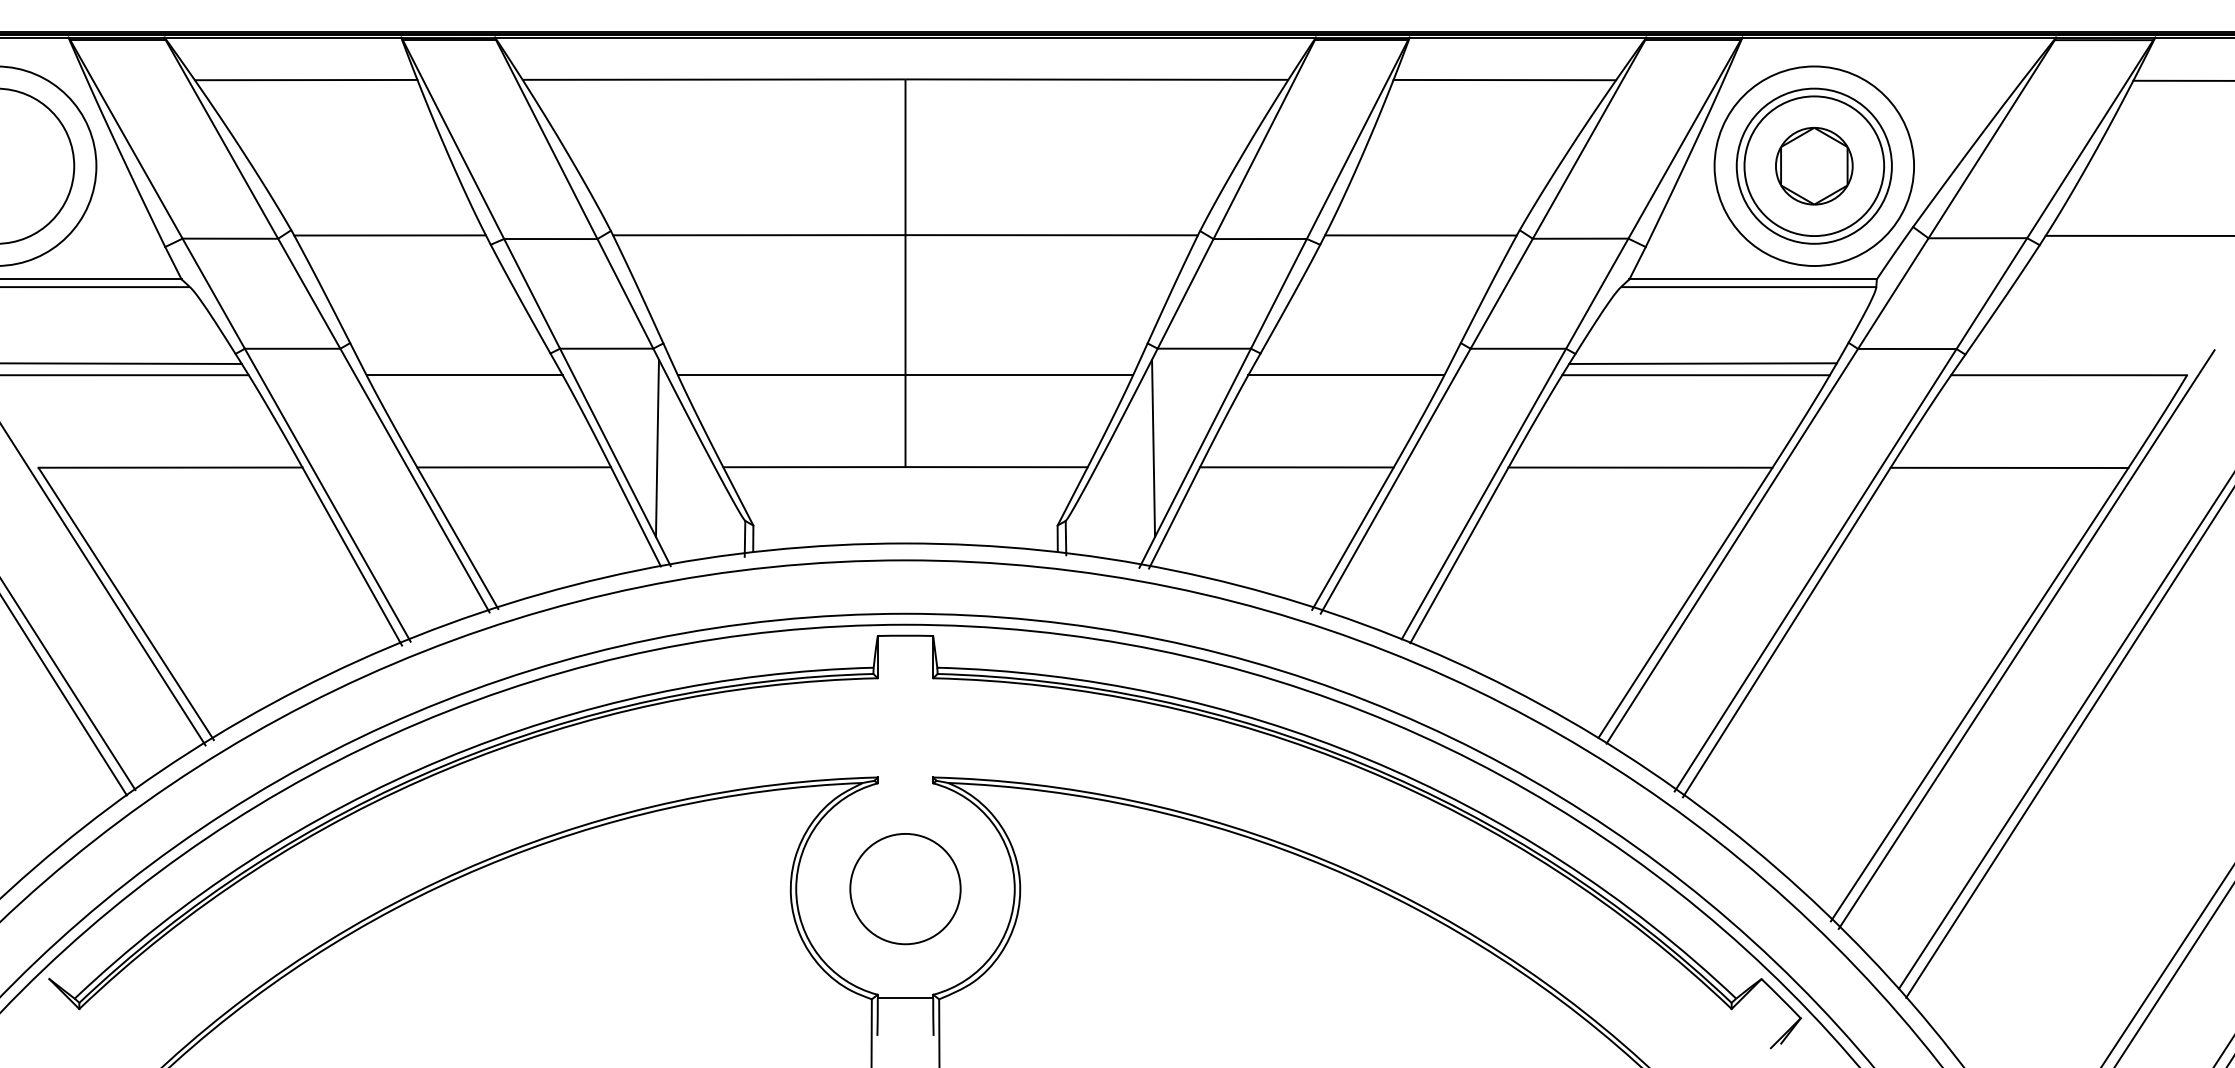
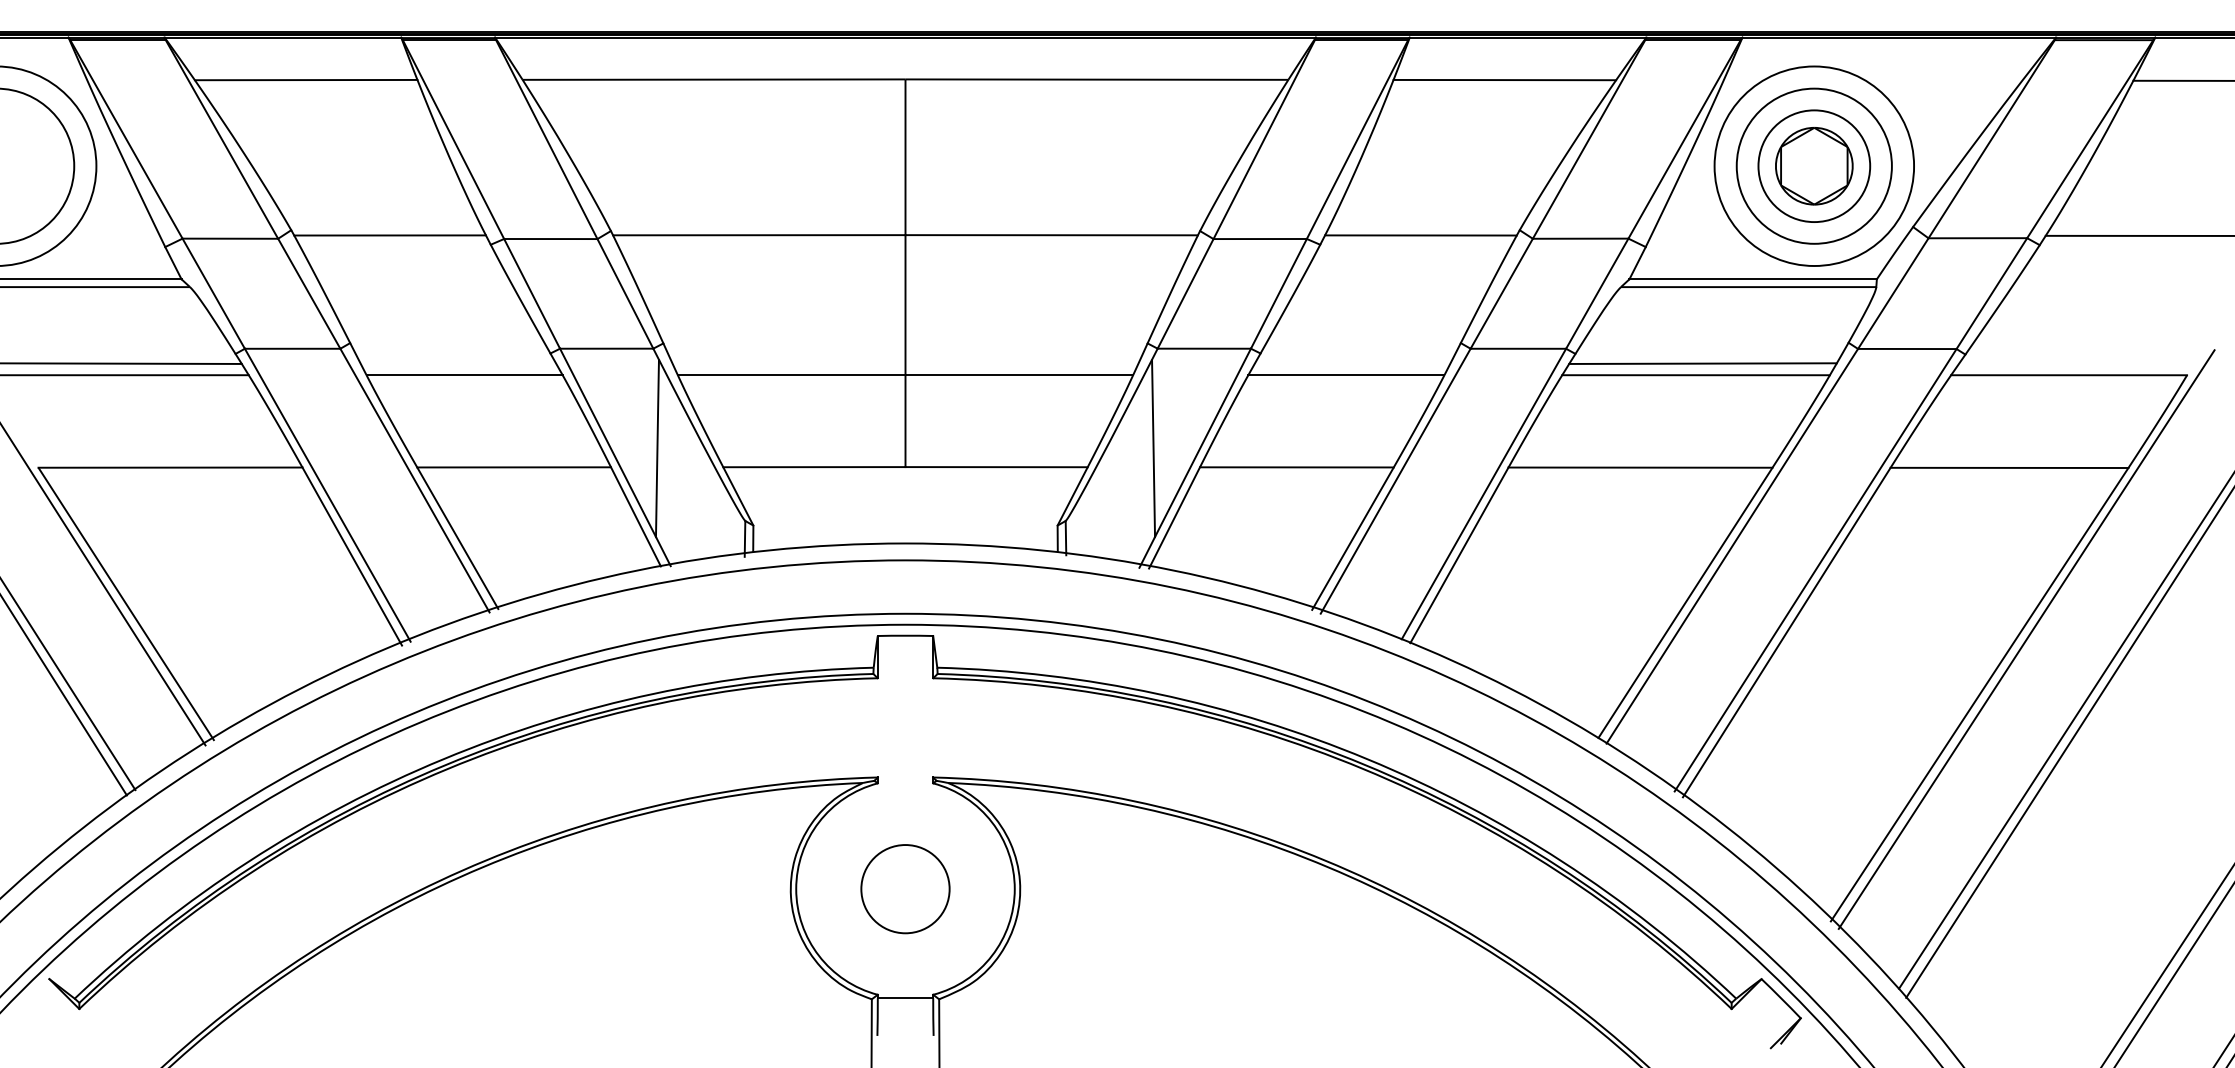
circle at (1814, 166) diameter: 140 px -> 112 px
circle at (905, 889) size: 113x113 px -> 91x91 px
